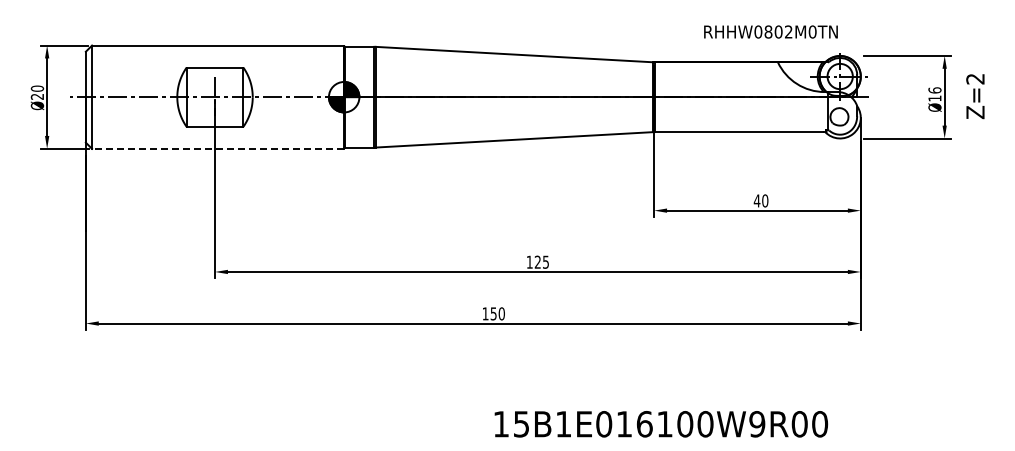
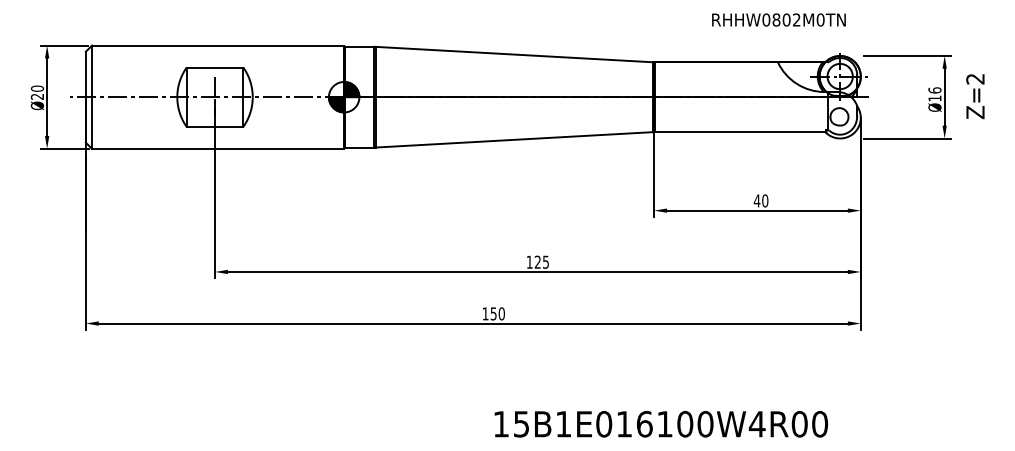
text at (770, 31) position: (770, 31) -> (778, 19)
line at (217, 148): dashed -> solid
text at (756, 424): 15B1E016100W9R00 -> 15B1E016100W4R00
